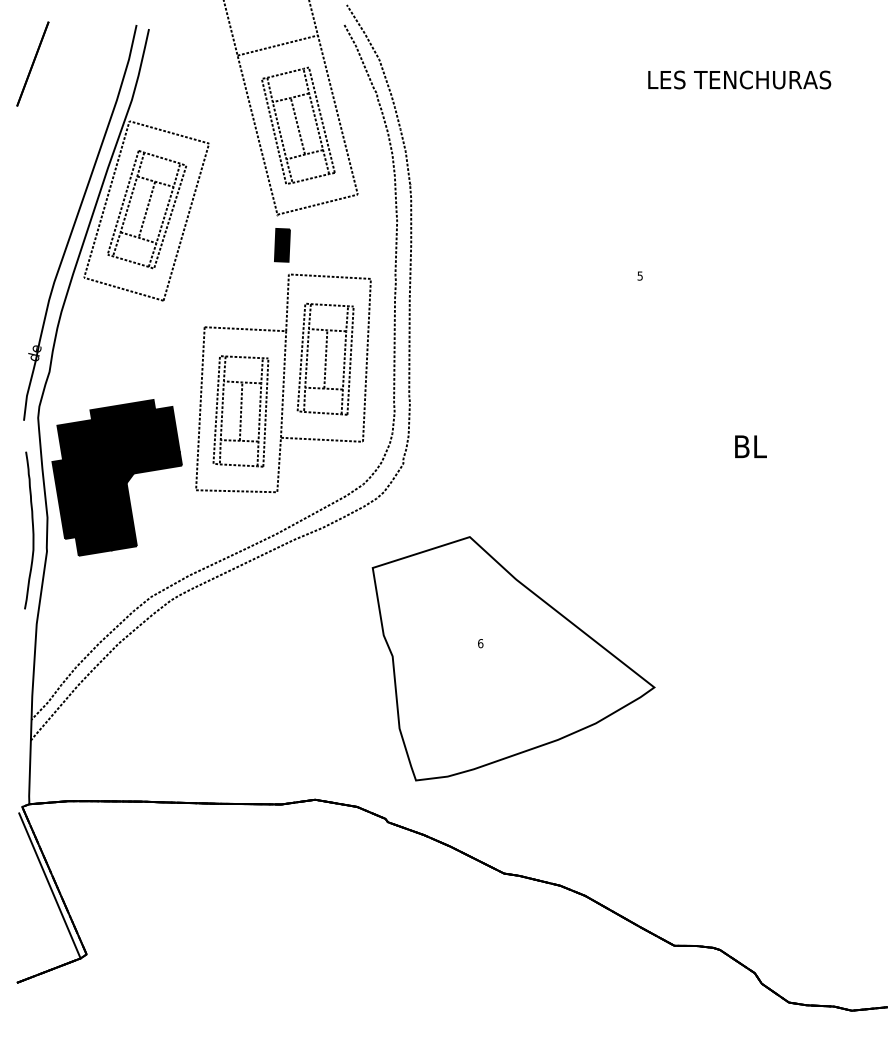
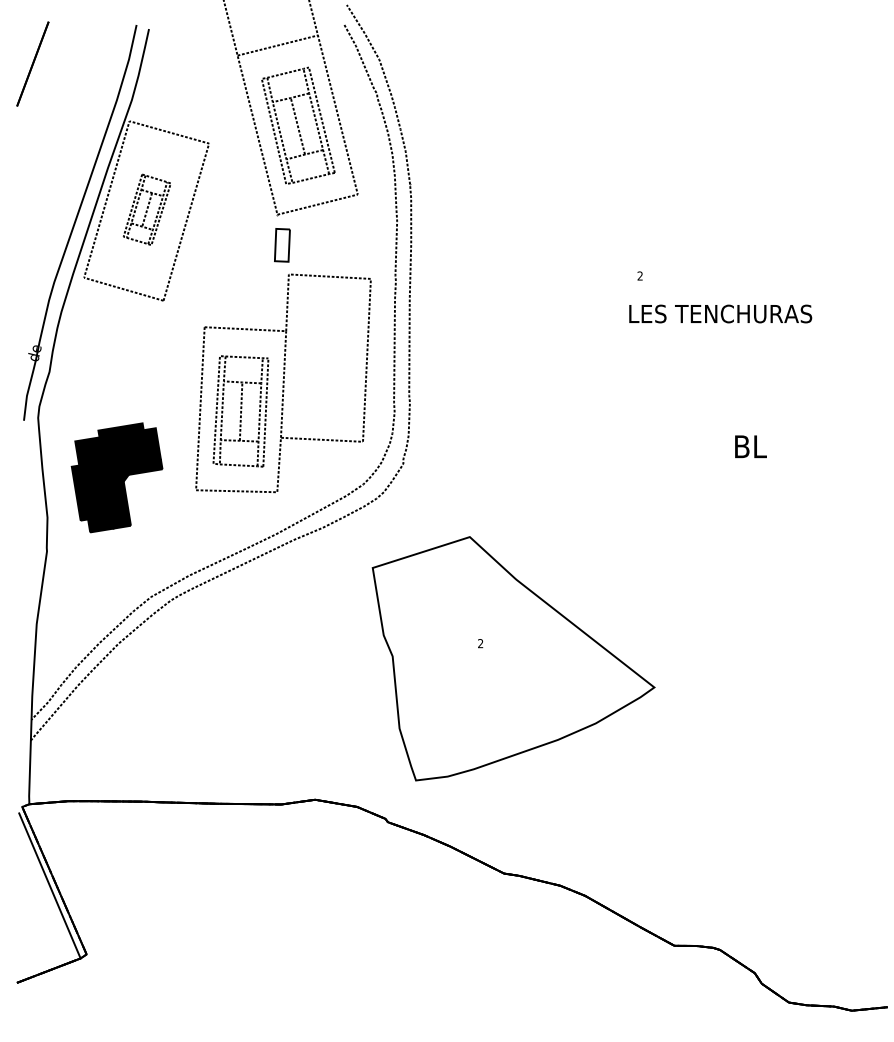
text at (739, 79) position: (739, 79) -> (720, 313)
part at (147, 209) size: 81x120 px -> 49x73 px
fill at (282, 244): present -> none
text at (639, 275): 5 -> 2
part at (325, 358): present -> none
part at (116, 477) size: 132x158 px -> 94x112 px
curve at (32, 530): present -> none
text at (480, 643): 6 -> 2
